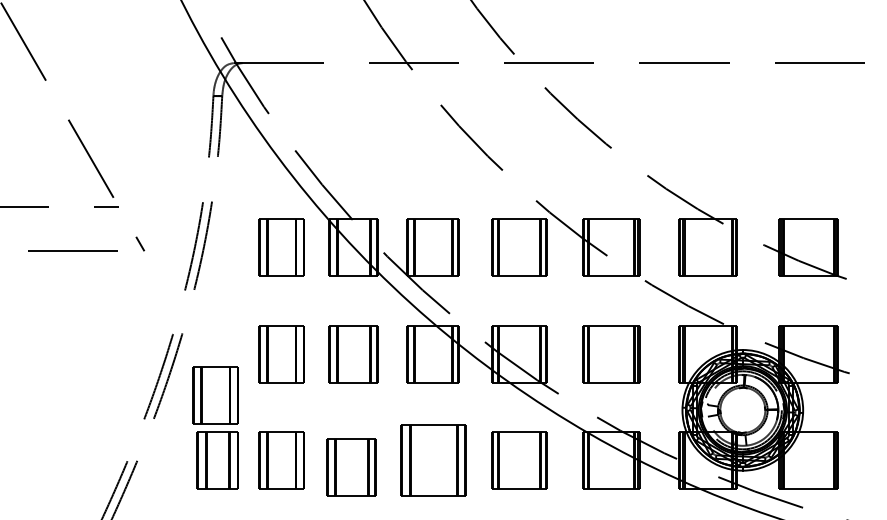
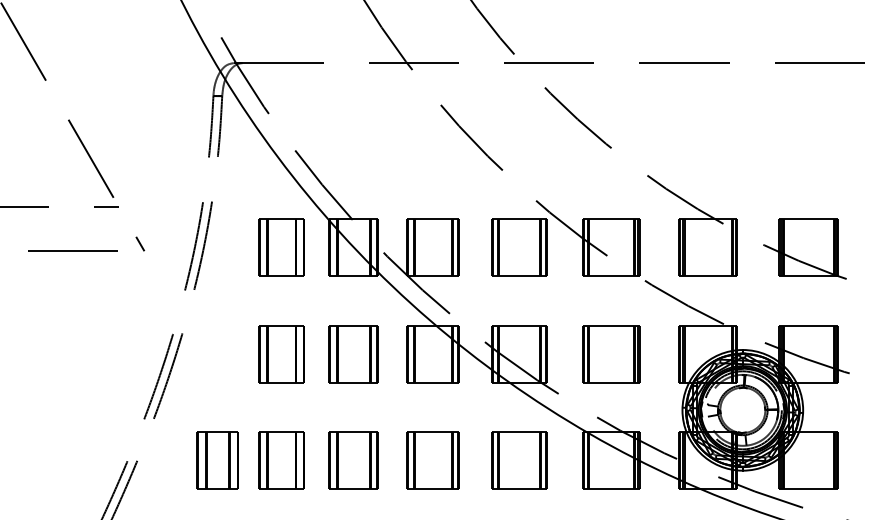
part at (215, 395): present -> none
part at (433, 460) size: 67x73 px -> 54x59 px
part at (351, 467) position: (351, 467) -> (353, 460)
